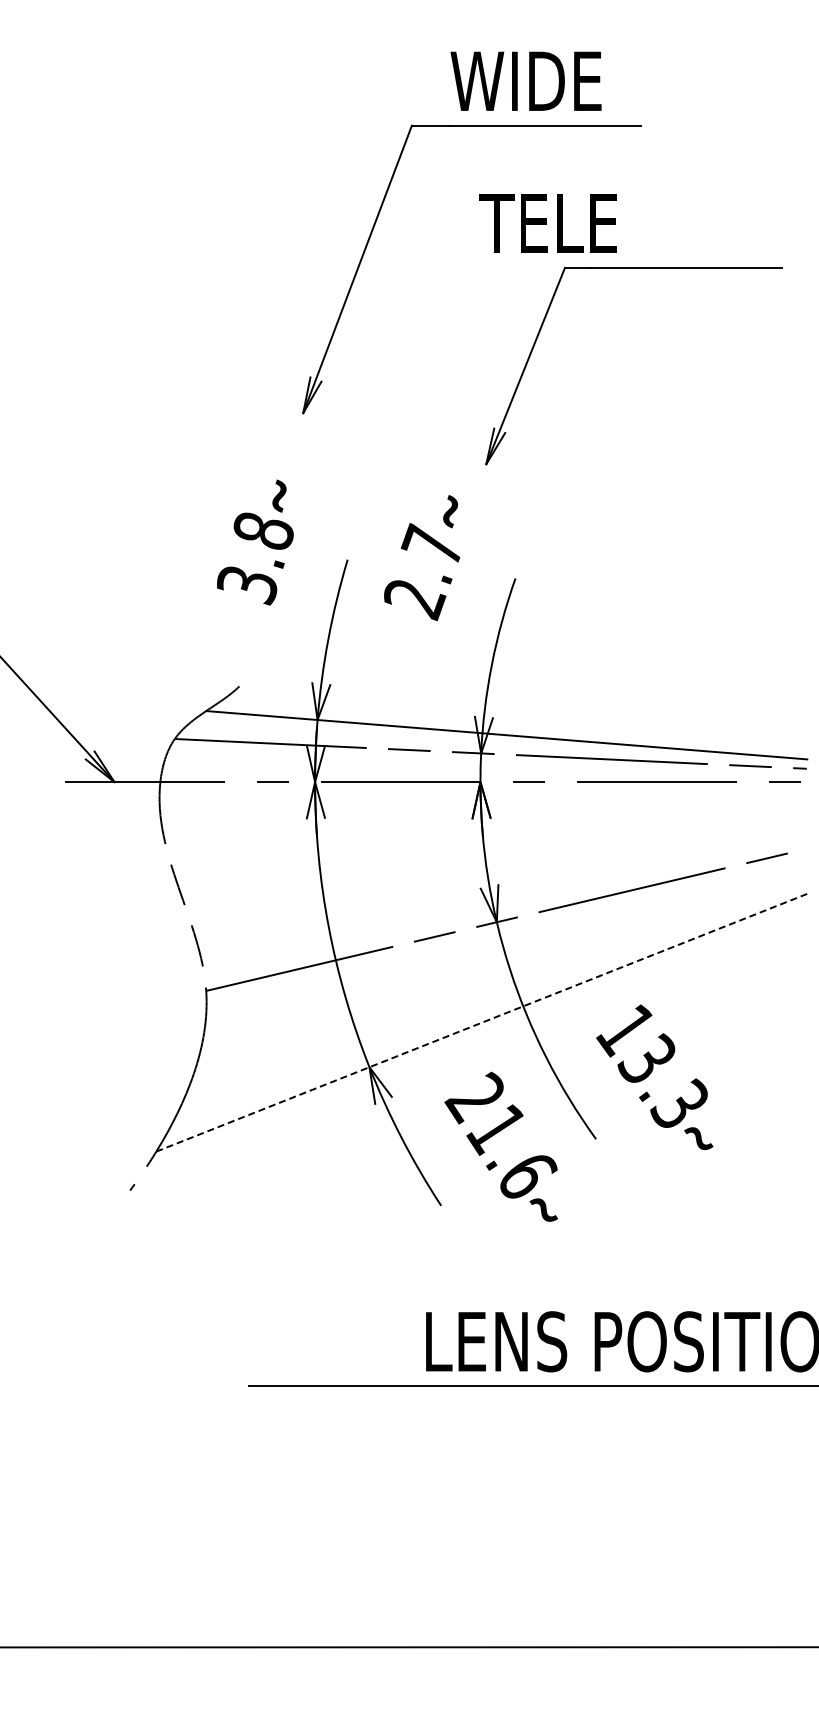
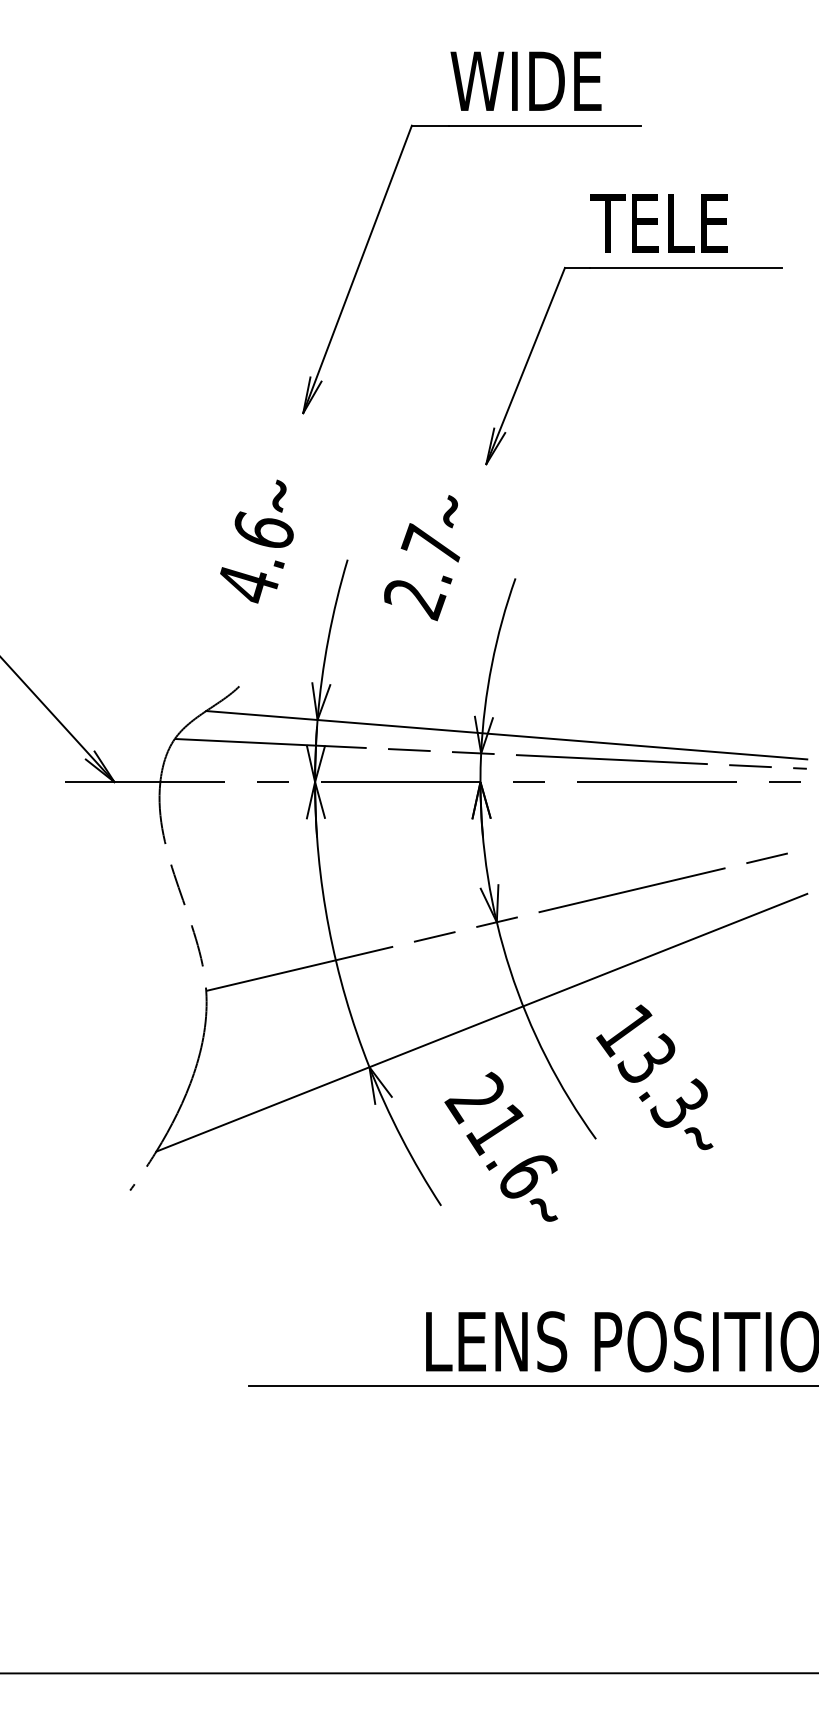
text at (547, 223) position: (547, 223) -> (658, 223)
text at (255, 558): 3.8 -> 4.6
line at (482, 1022): dashed -> solid
line at (408, 1647) position: (408, 1647) -> (408, 1673)
